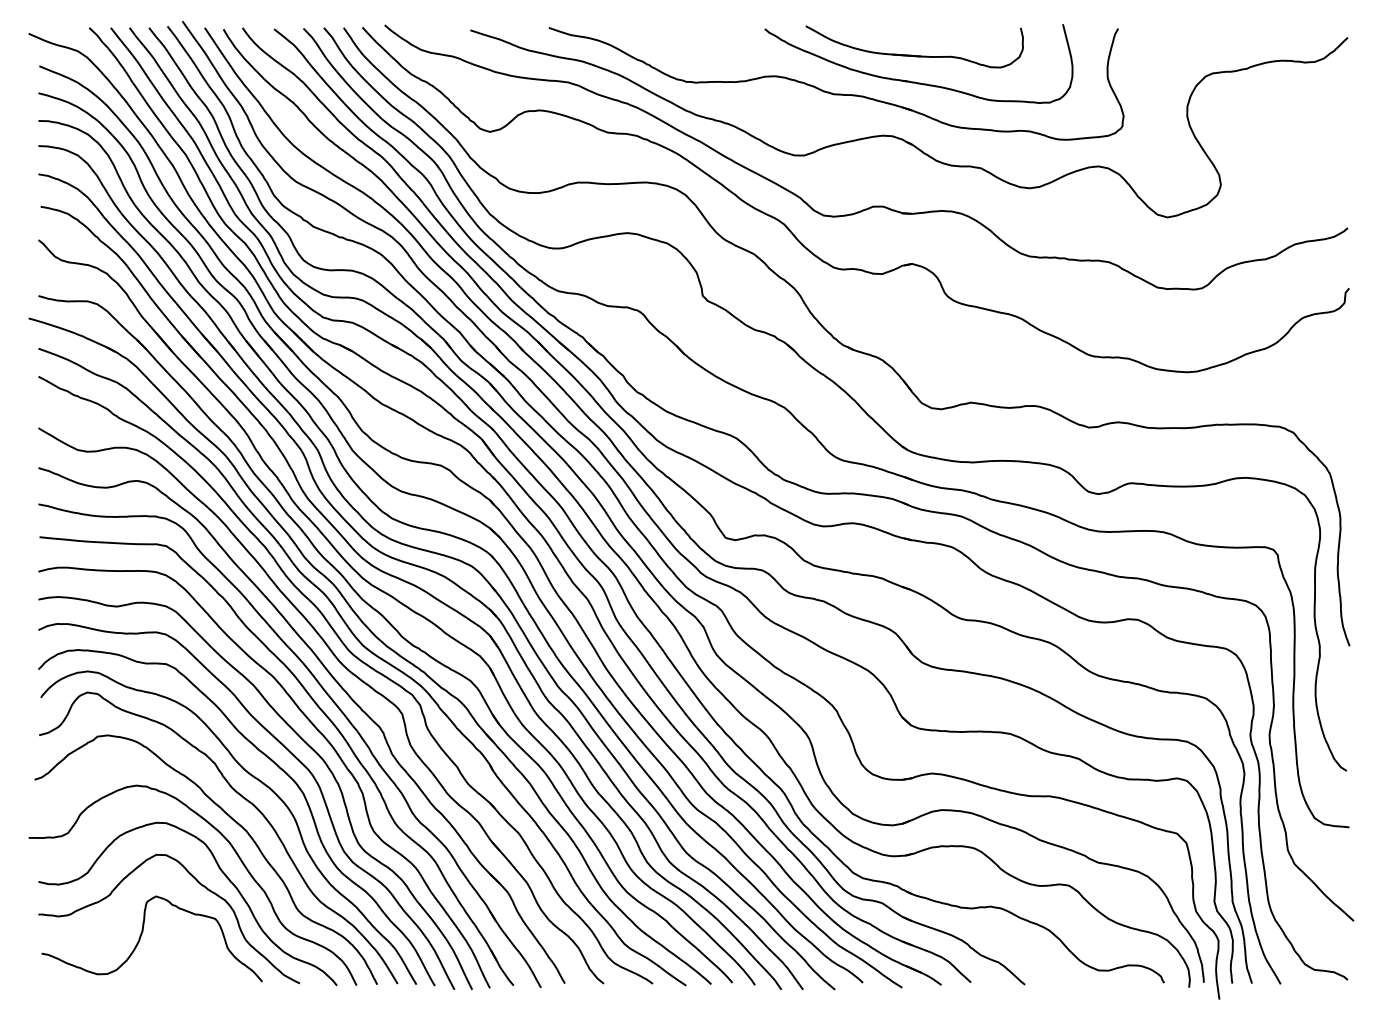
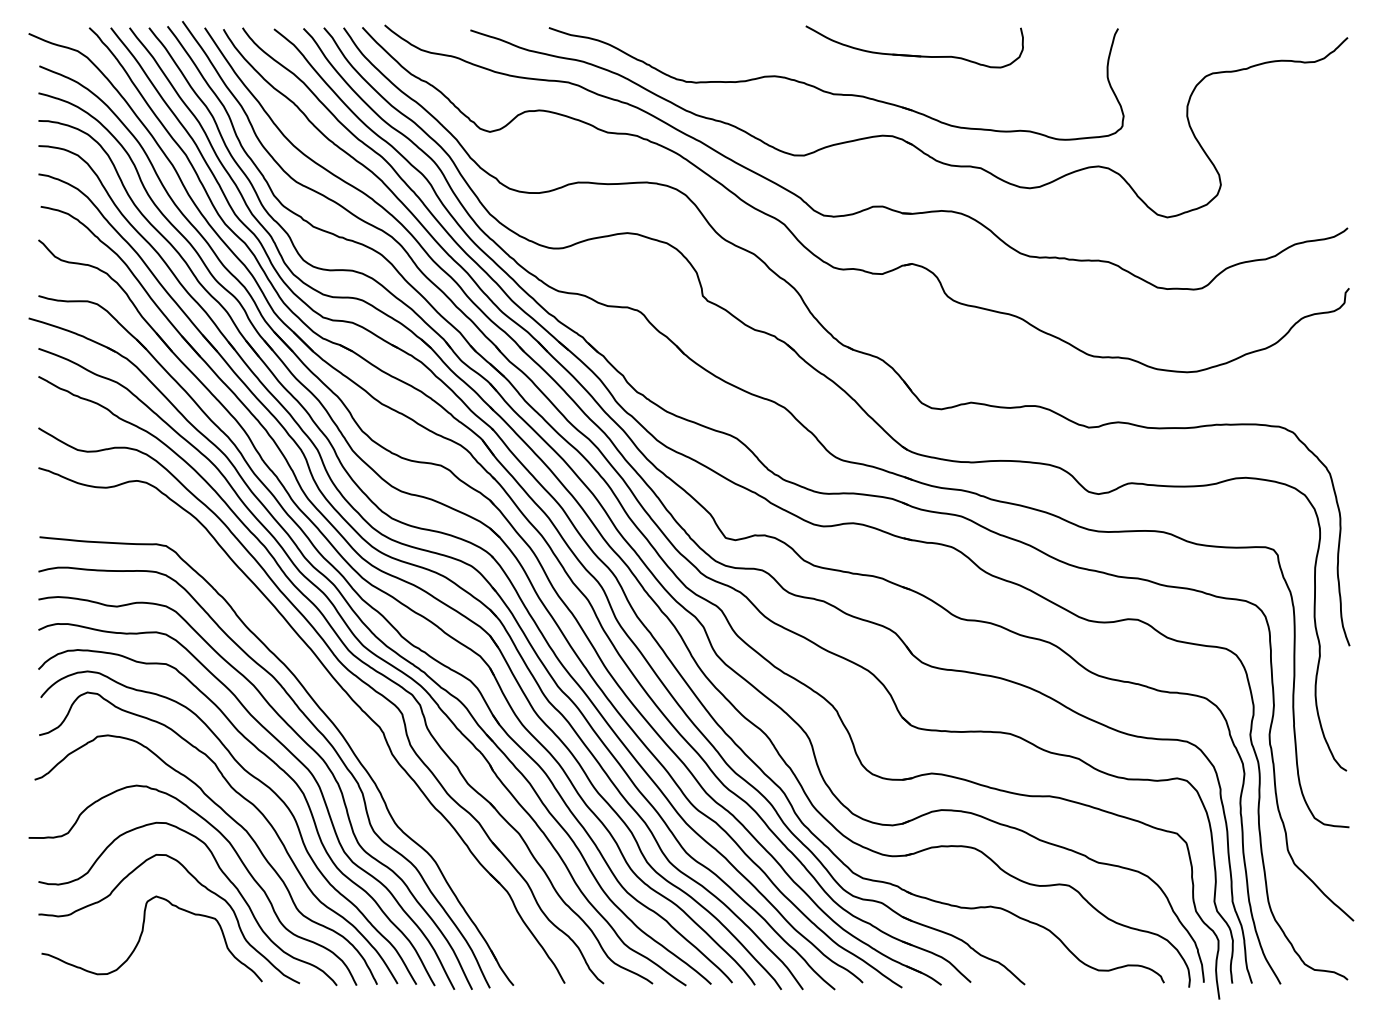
part at (915, 81): present -> none
part at (338, 709): present -> none
